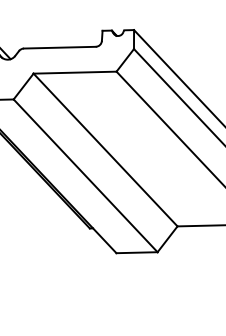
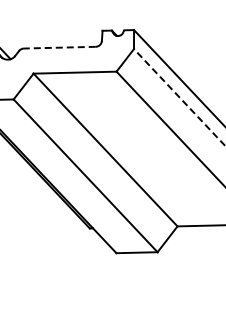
line at (59, 47): solid -> dashed
line at (179, 97): solid -> dashed
